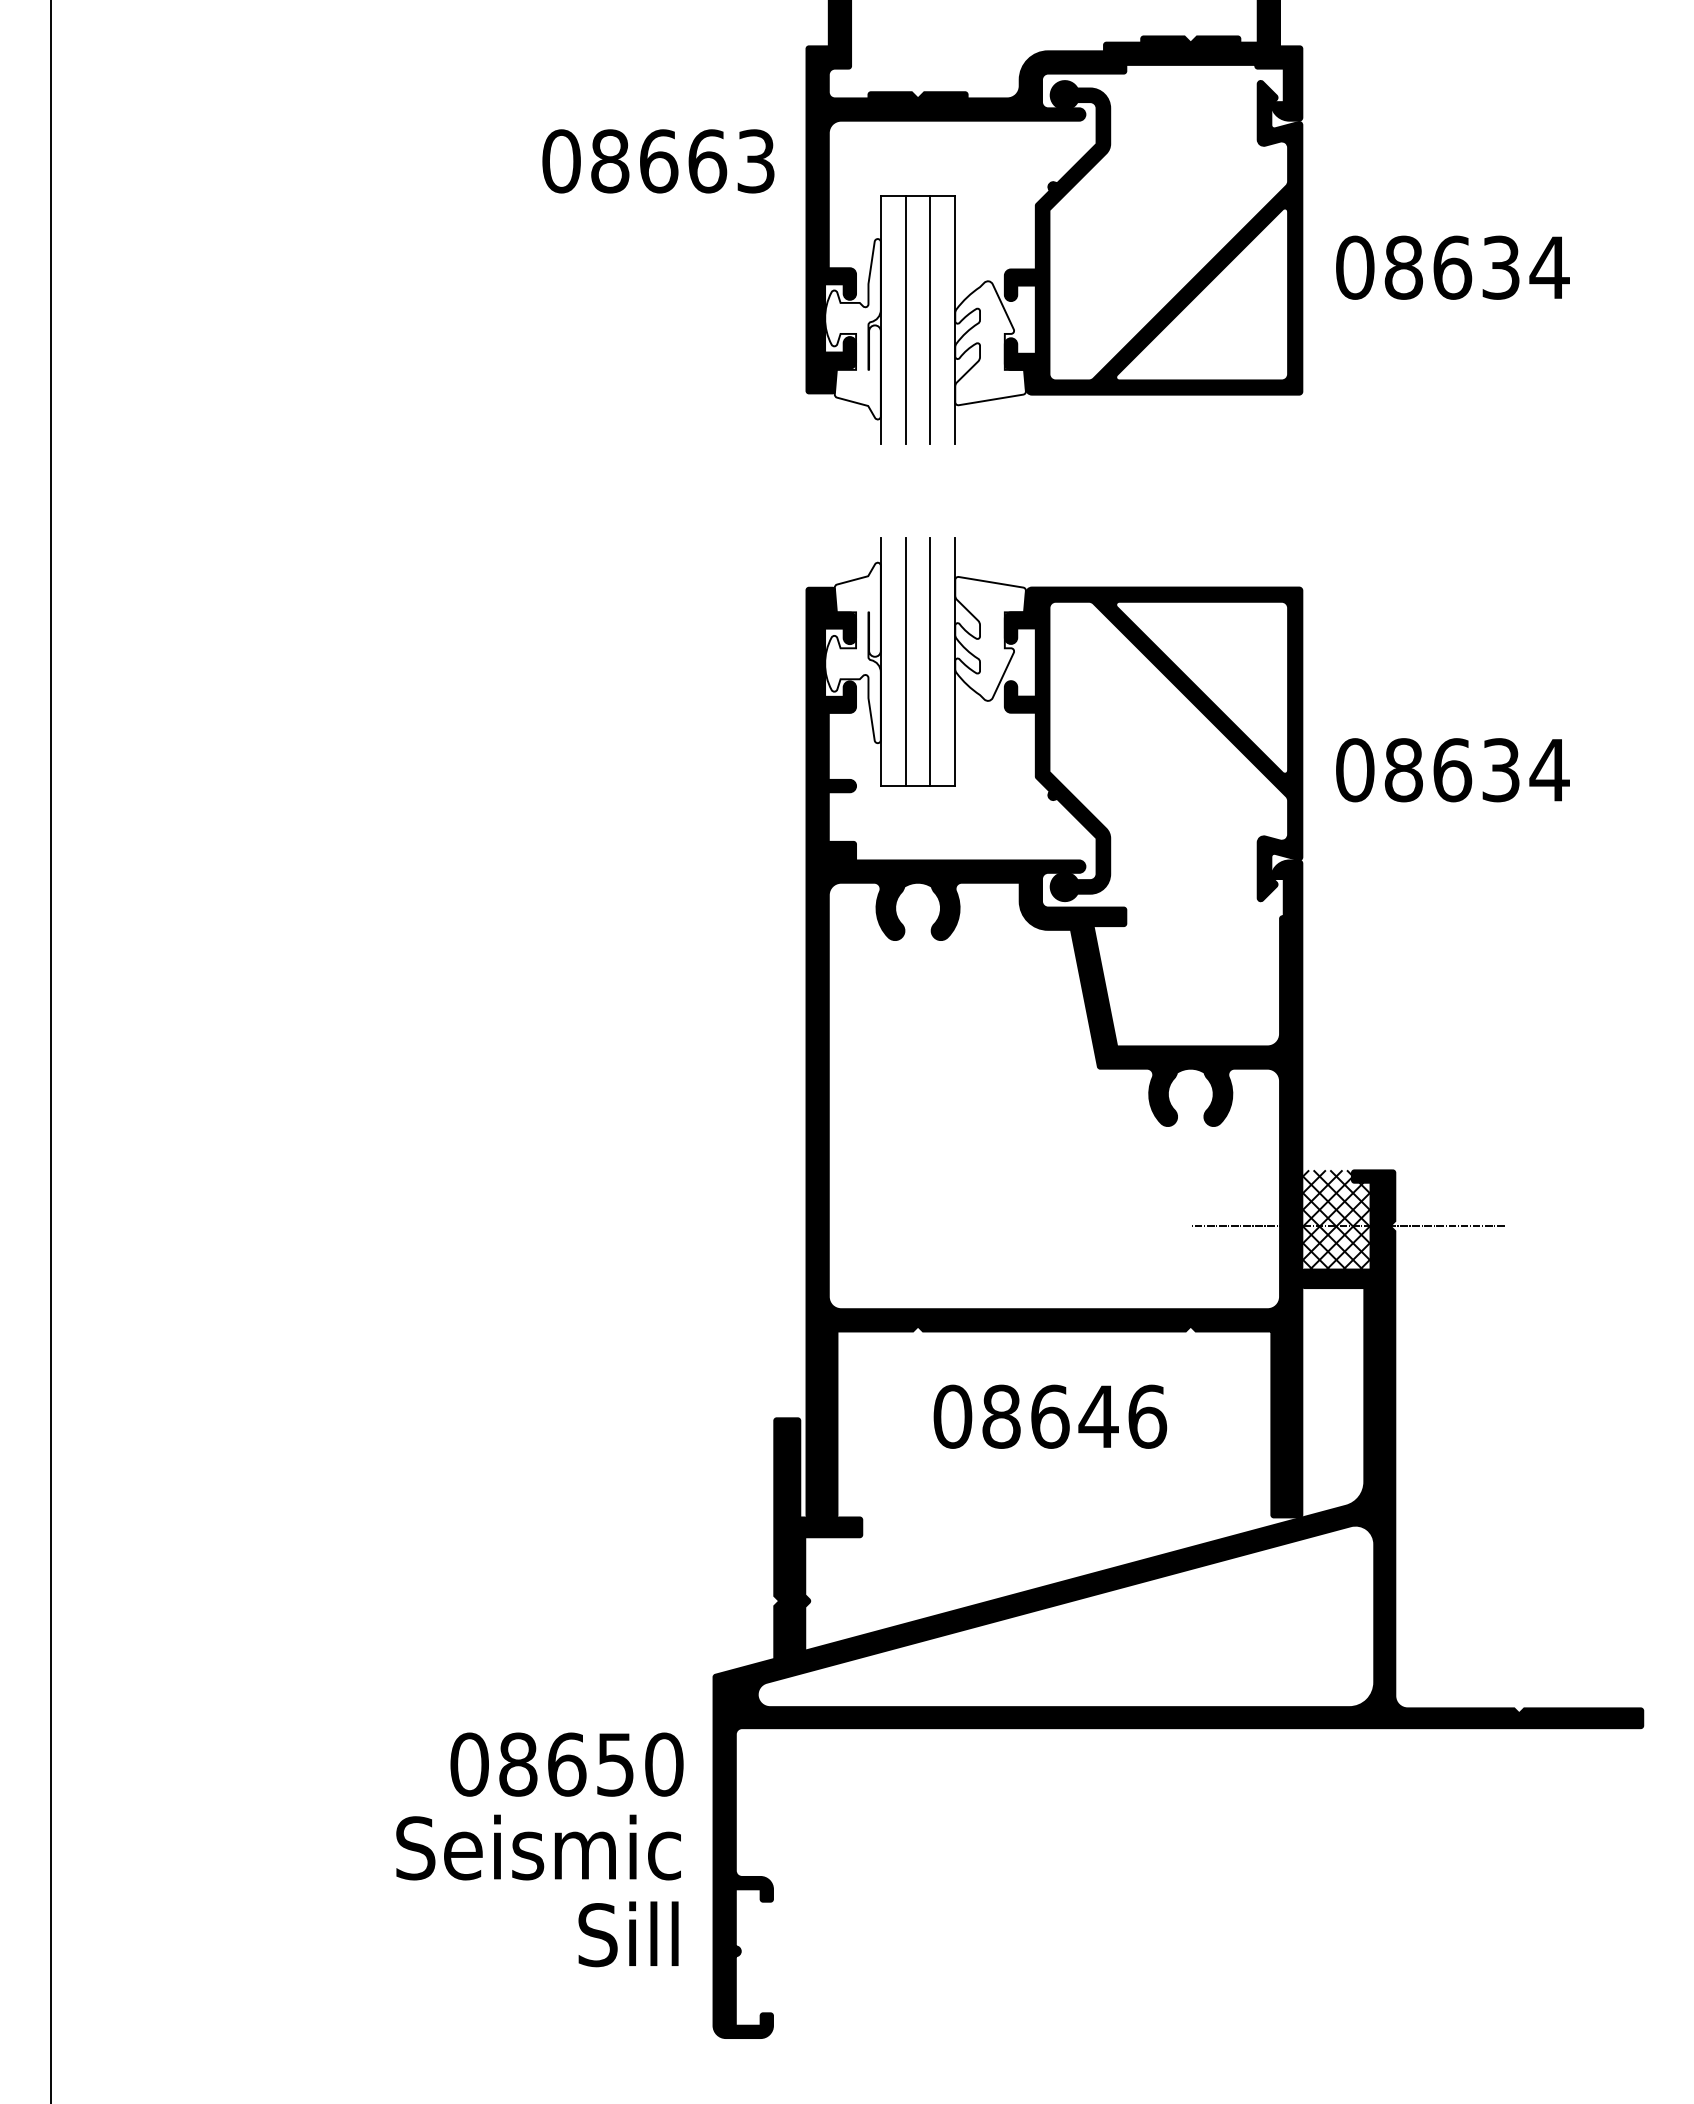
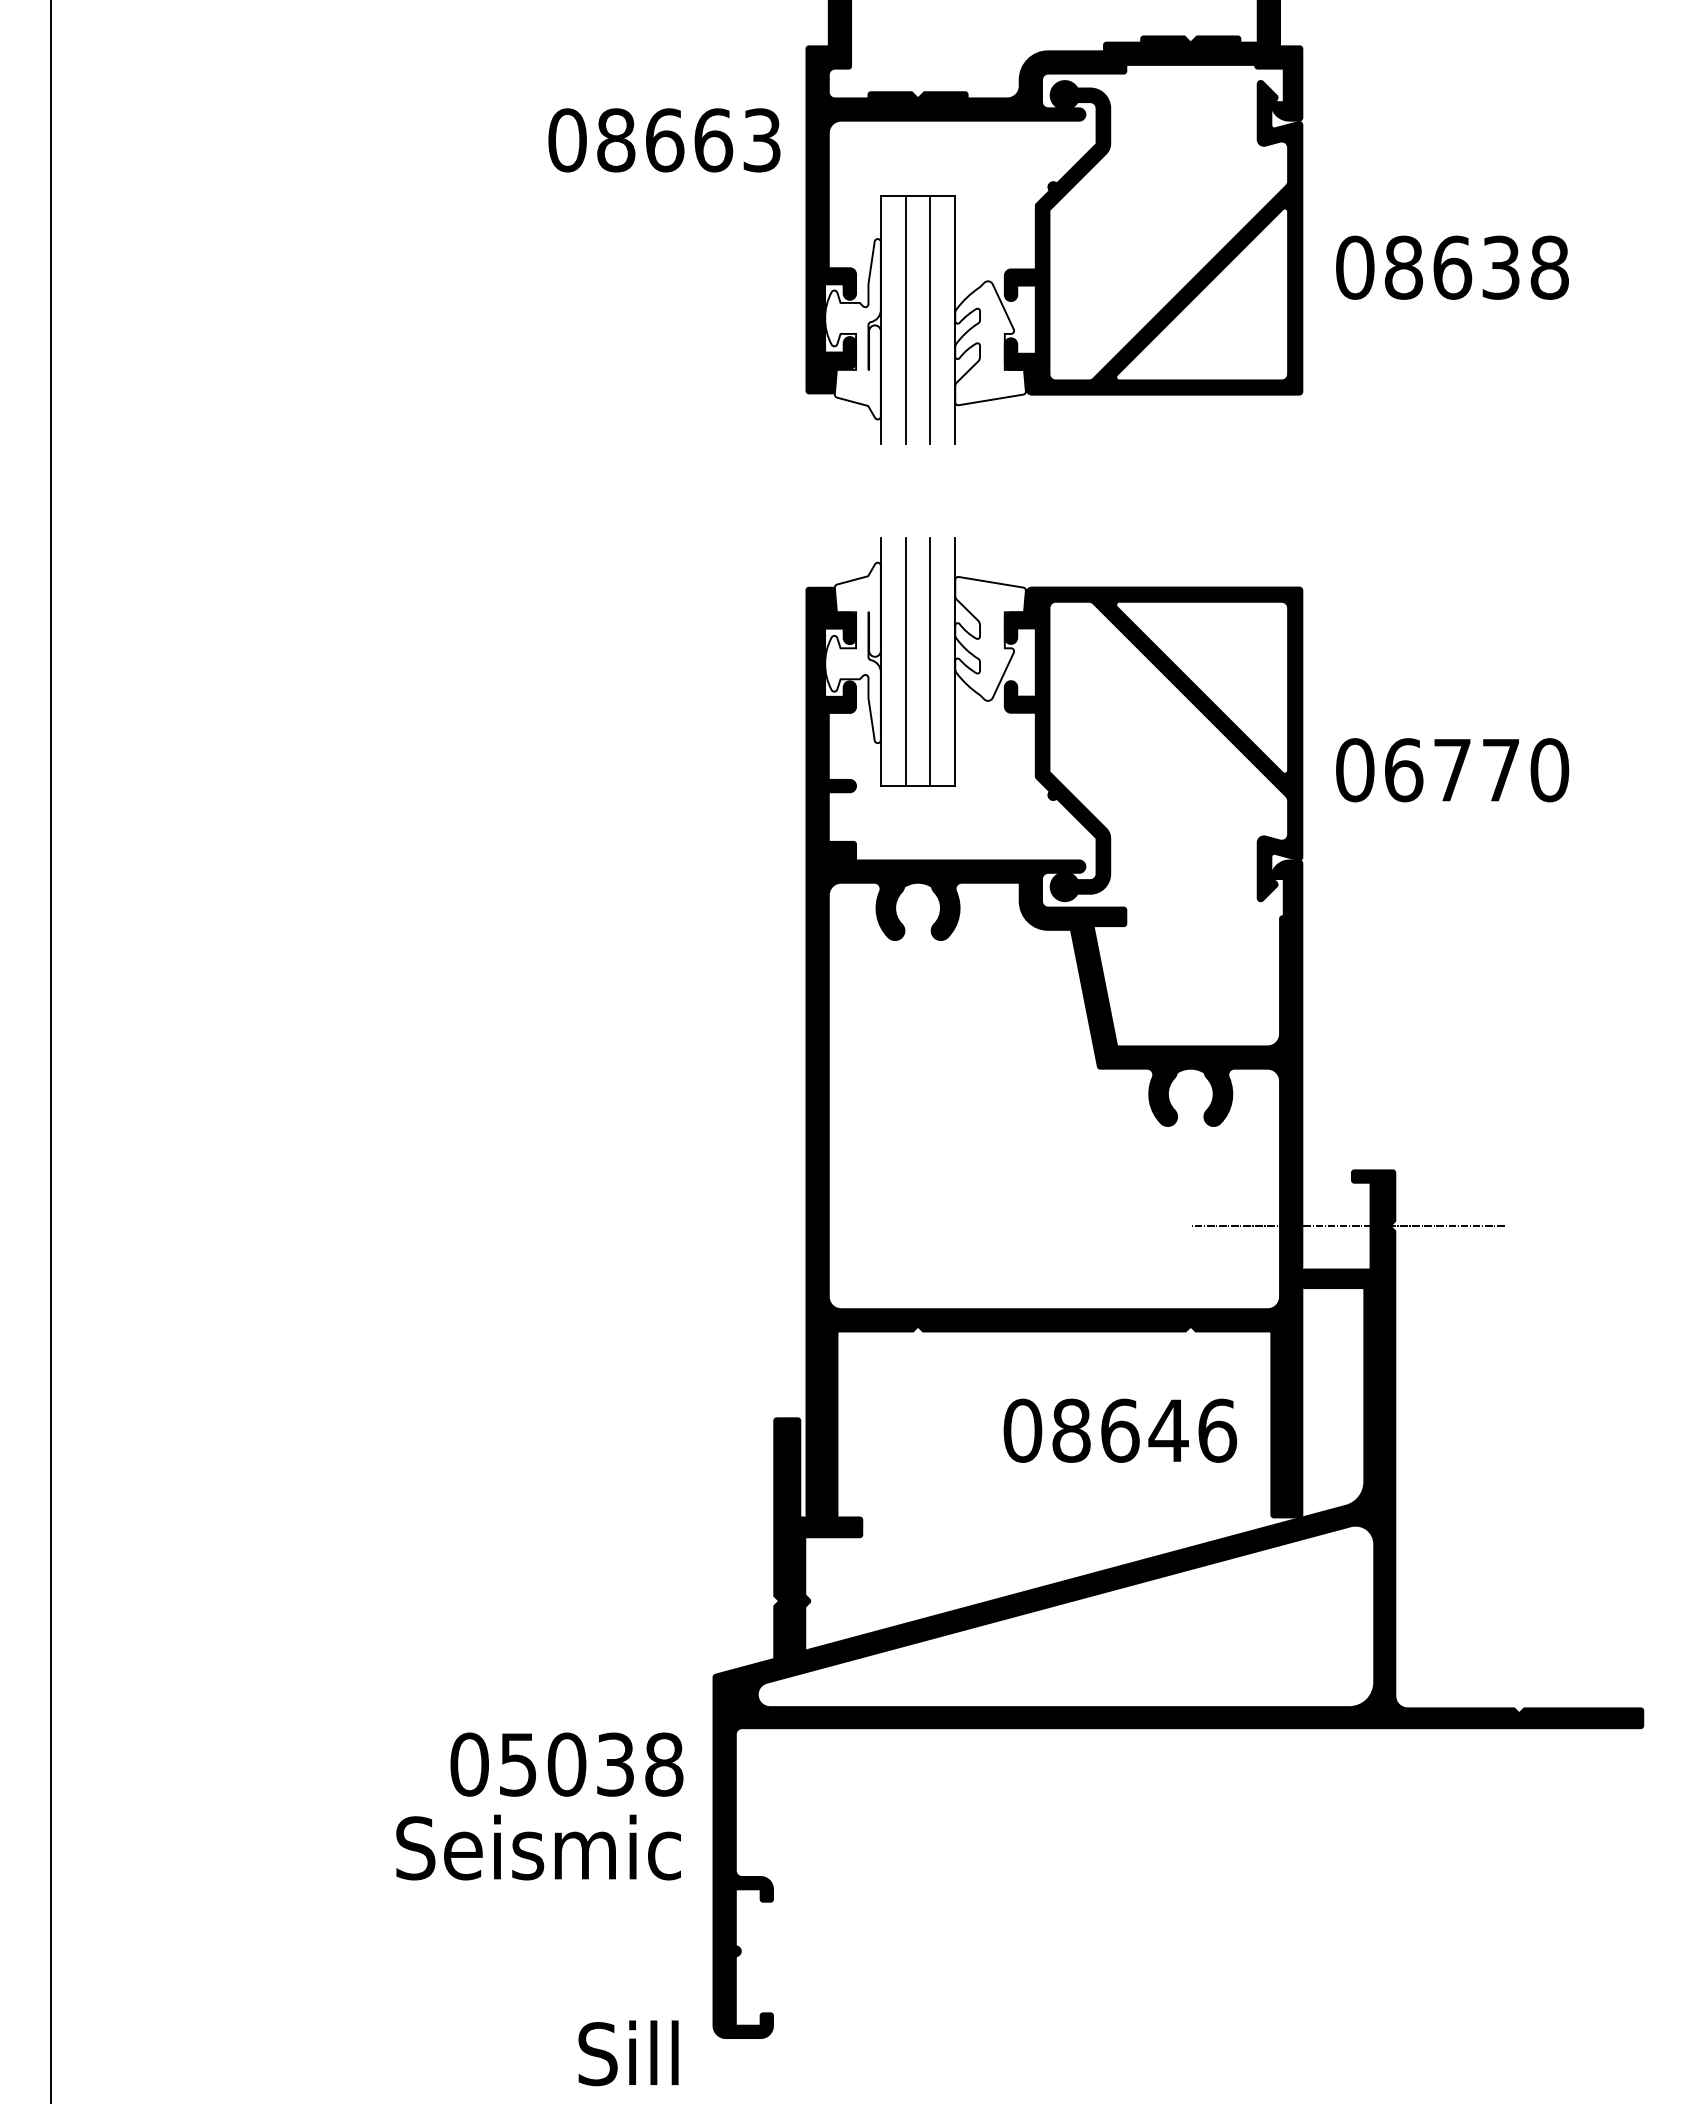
text at (658, 161) position: (658, 161) -> (664, 140)
text at (1549, 267): 08634 -> 08638
text at (1476, 770): 08634 -> 06770
hatch at (1336, 1219): present -> none
text at (1050, 1416) position: (1050, 1416) -> (1120, 1430)
text at (591, 1764): 08650 -> 05038
text at (628, 1934) position: (628, 1934) -> (628, 2053)
